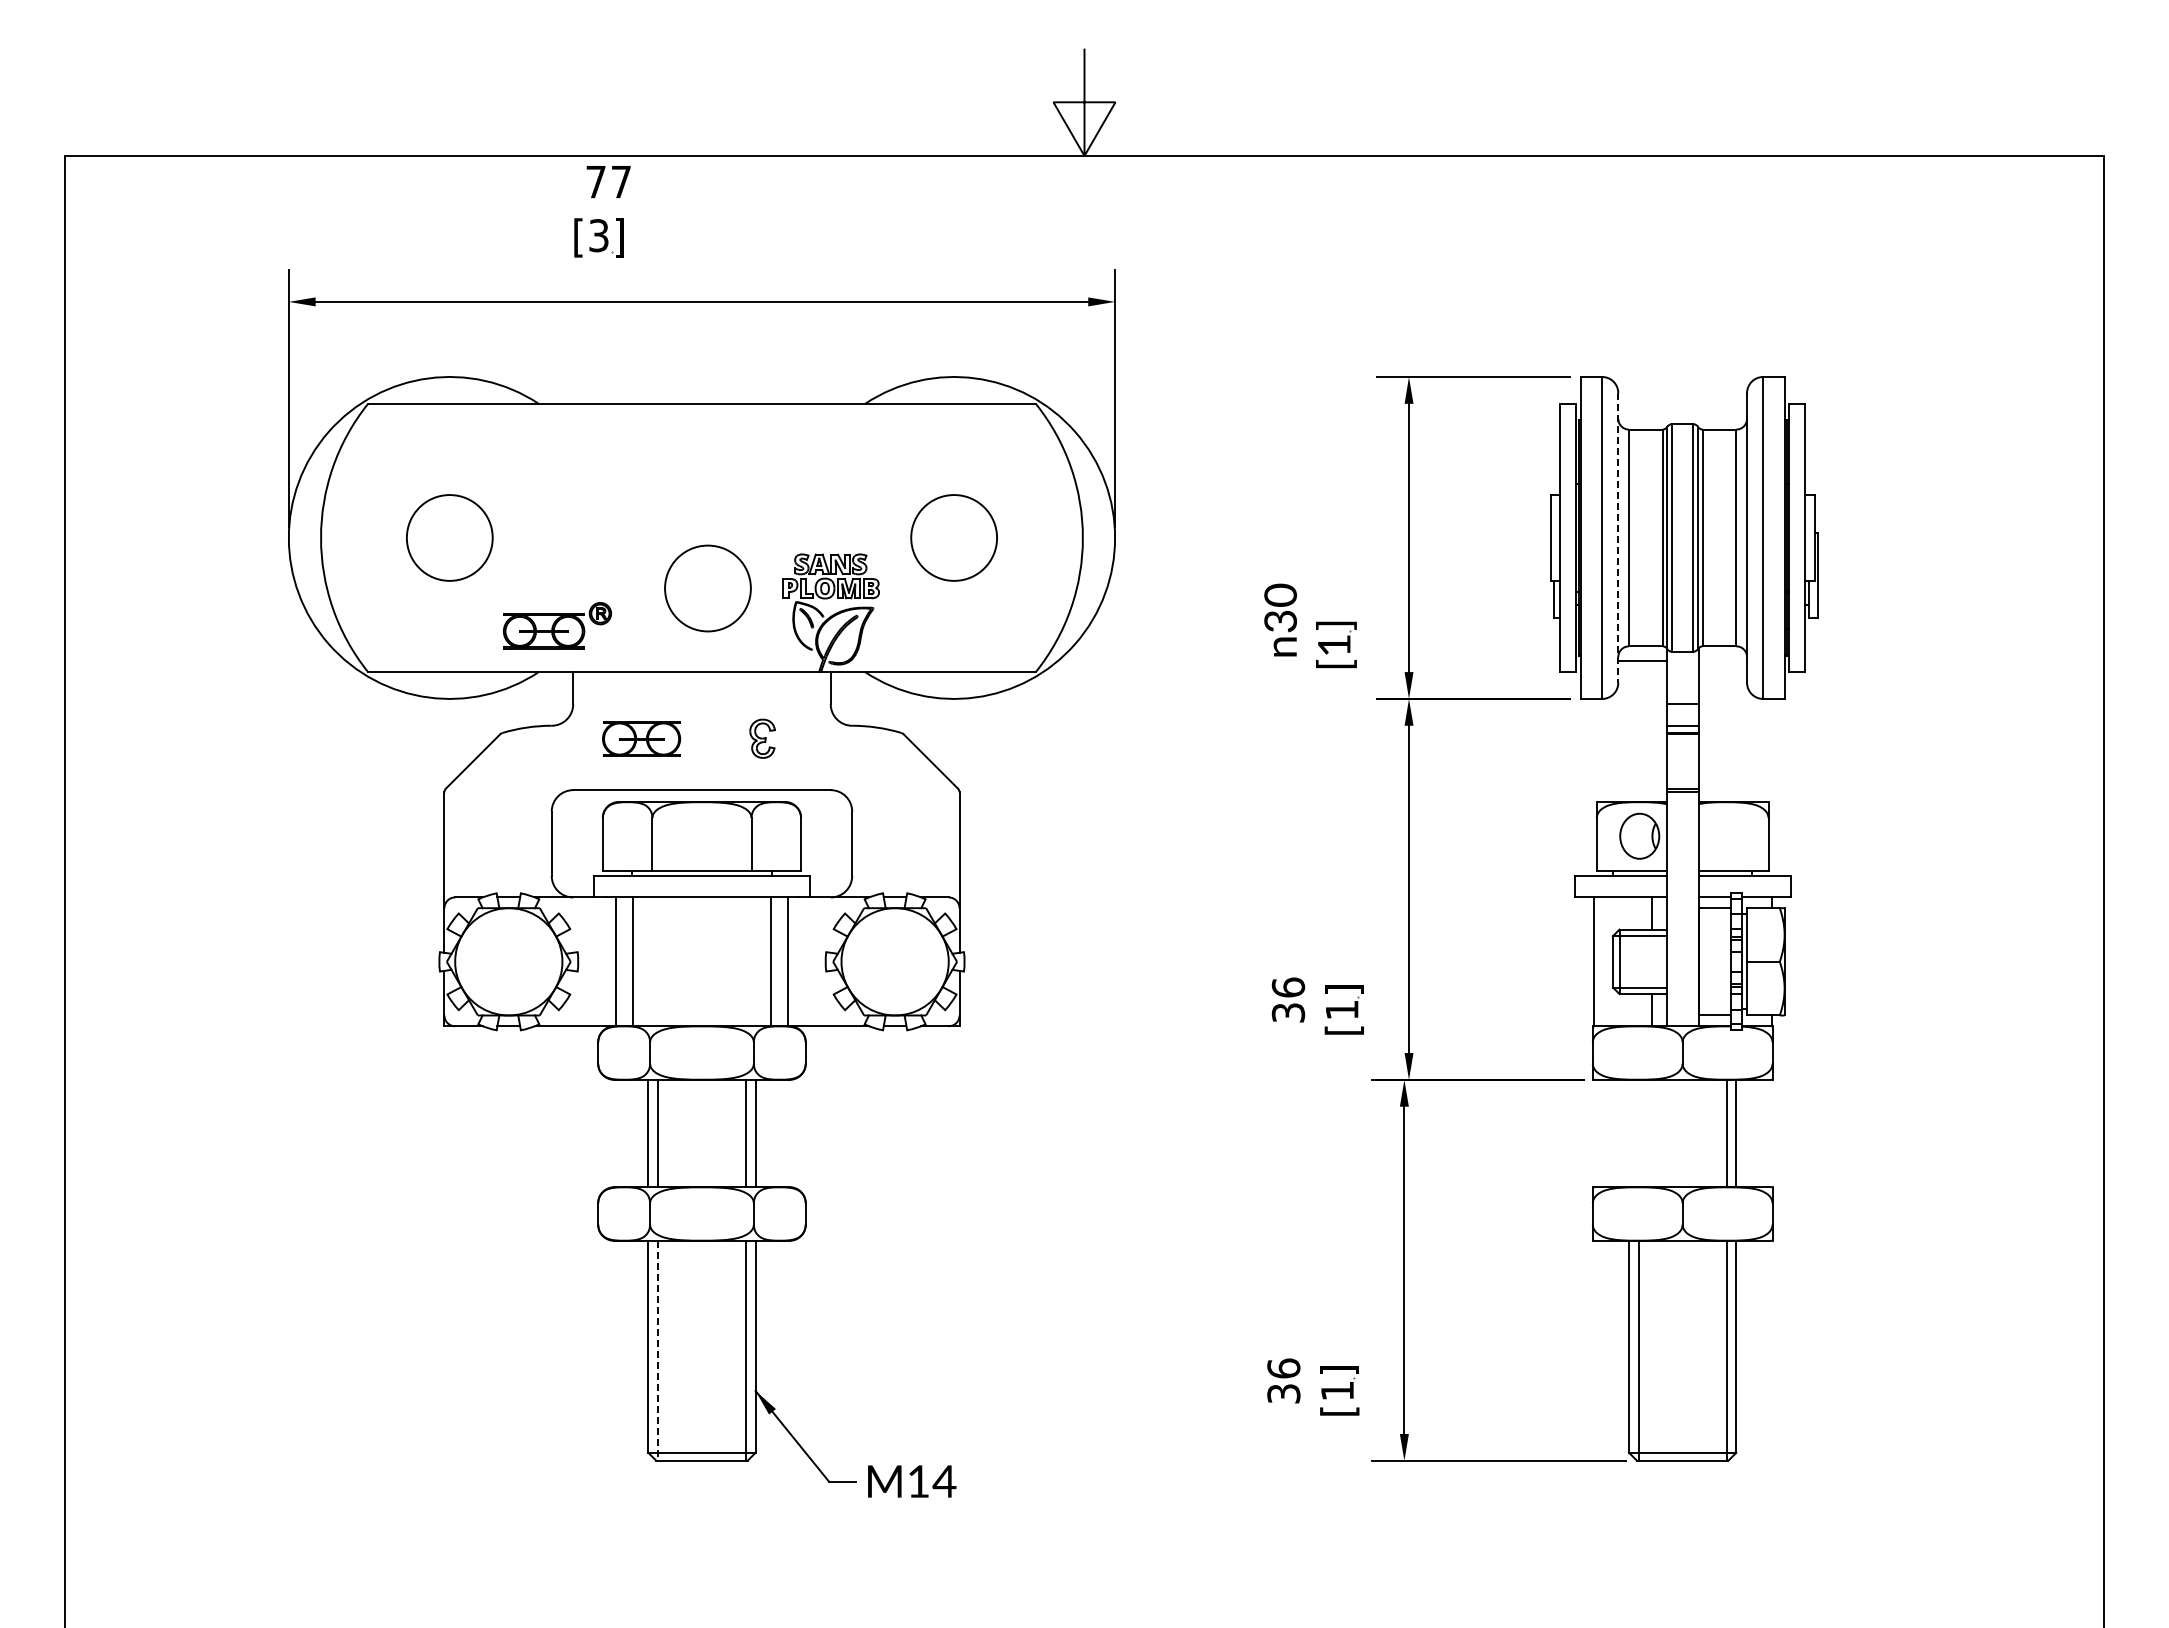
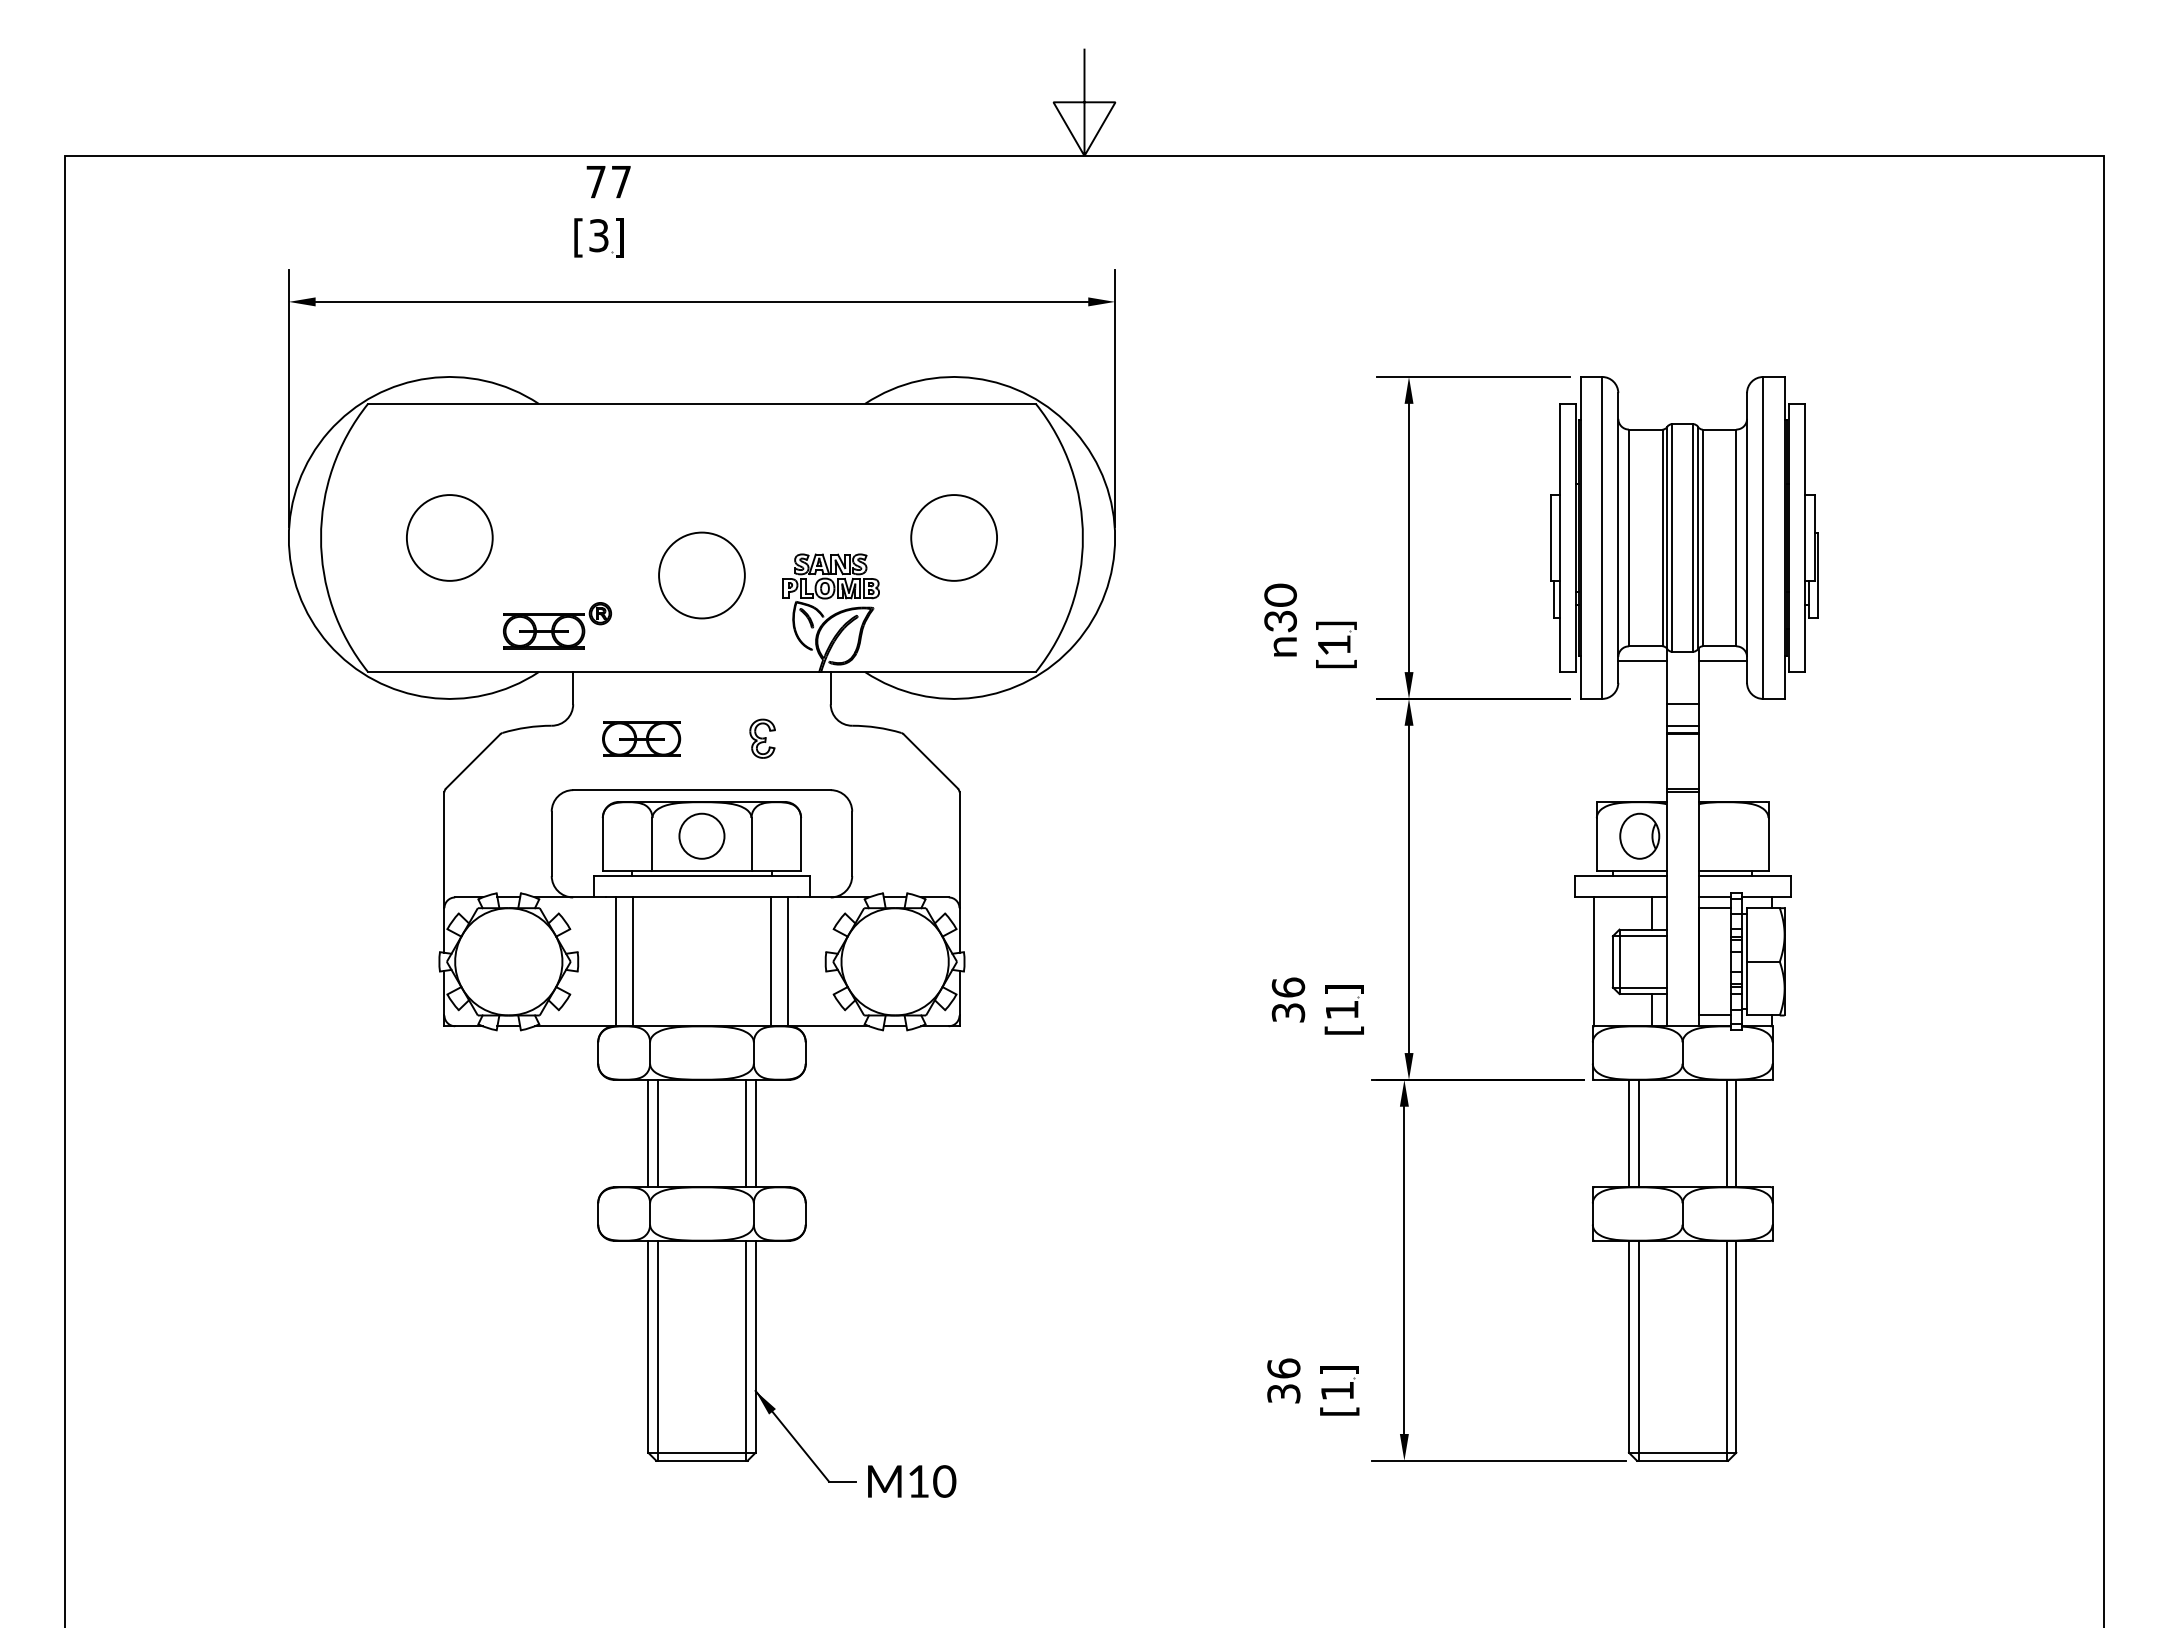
line at (1618, 537): dashed -> solid
circle at (707, 588) position: (707, 588) -> (701, 575)
line at (1722, 661): none -> present
circle at (701, 835): none -> present
line at (1629, 1133): none -> present
line at (1638, 1133): none -> present
line at (657, 1350): dashed -> solid
text at (944, 1481): M14 -> M10
